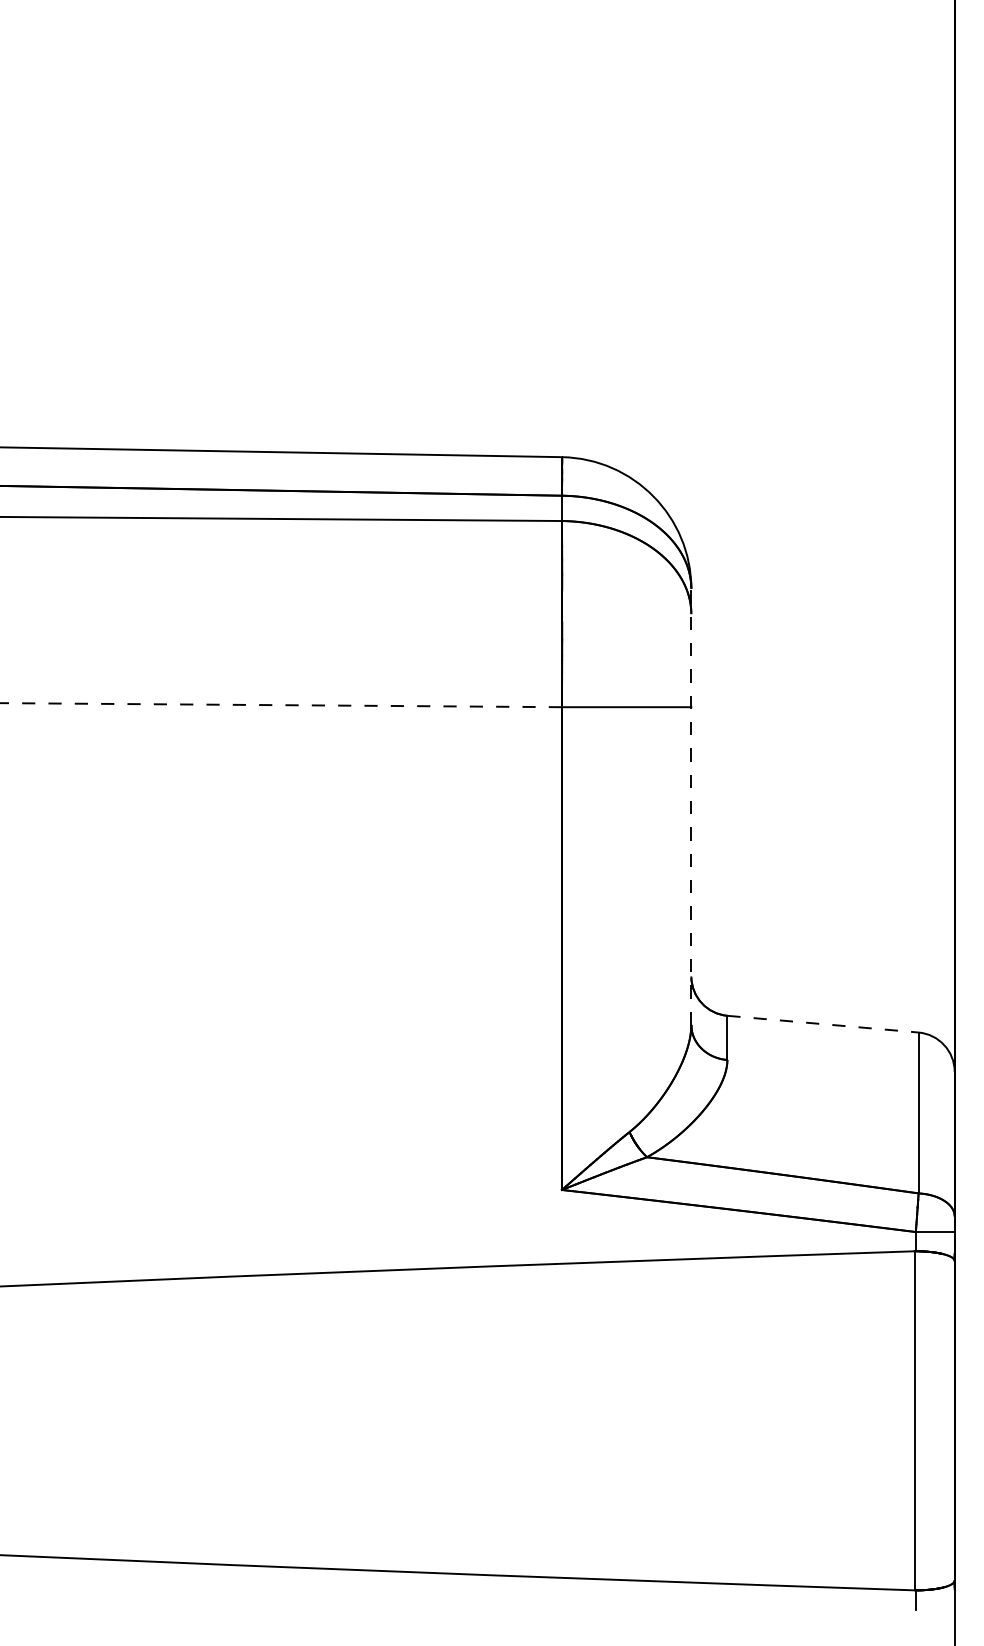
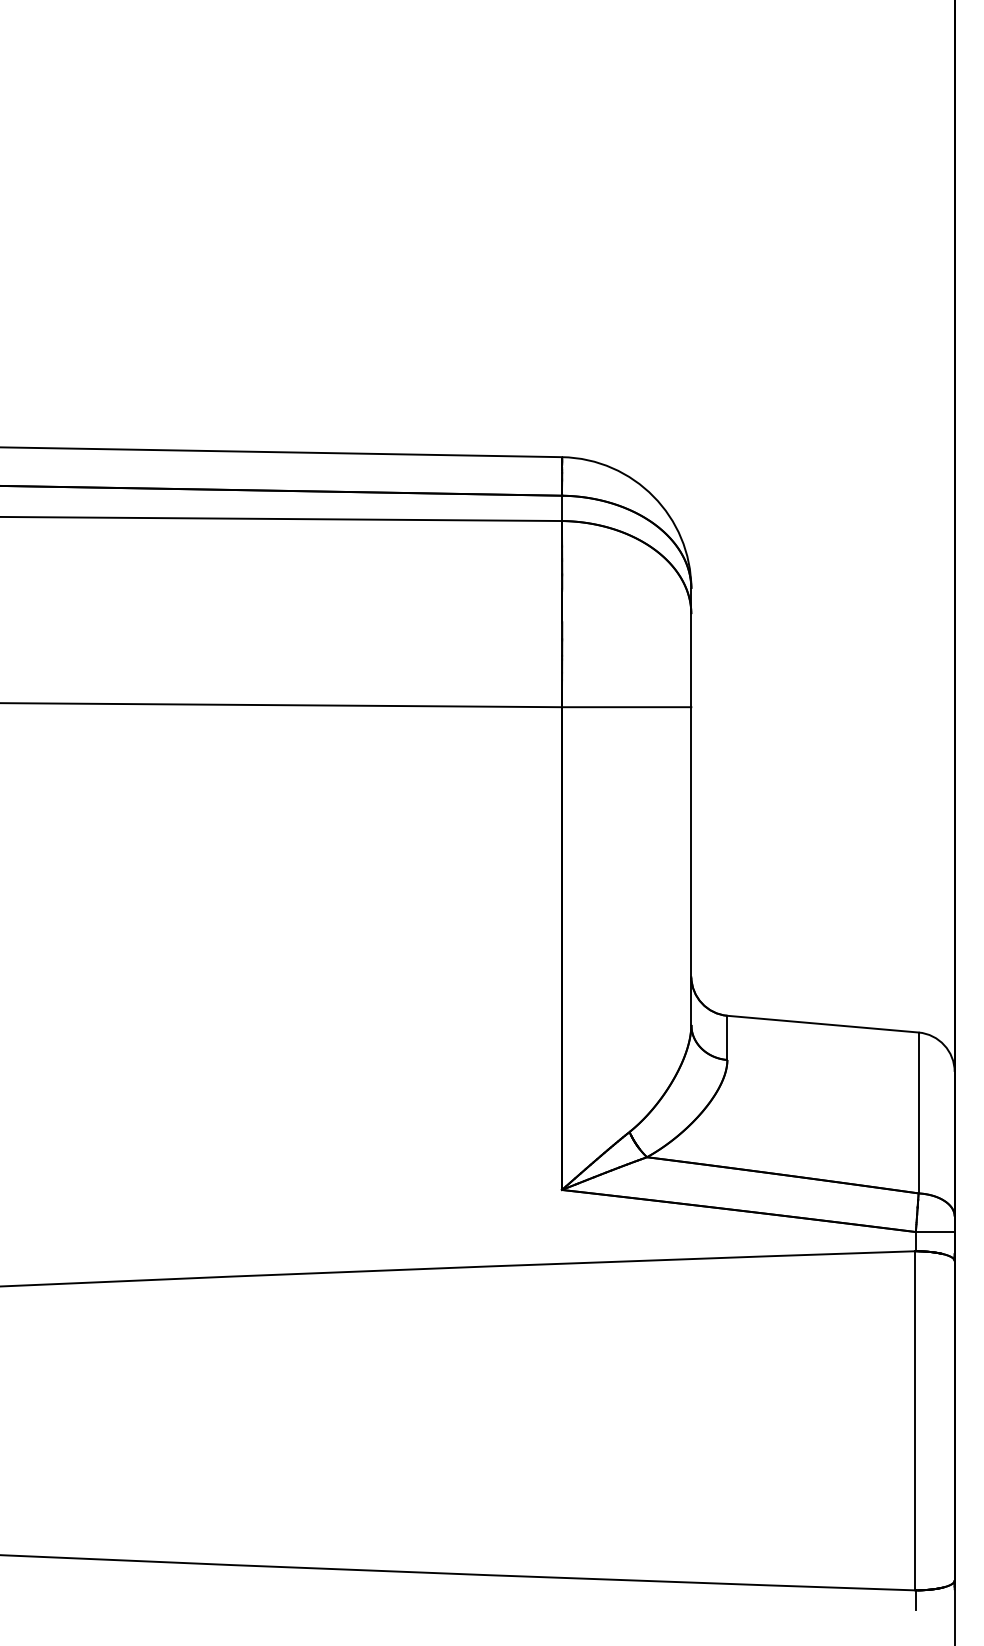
line at (281, 705): dashed -> solid
line at (691, 806): dashed -> solid
line at (823, 1024): dashed -> solid
